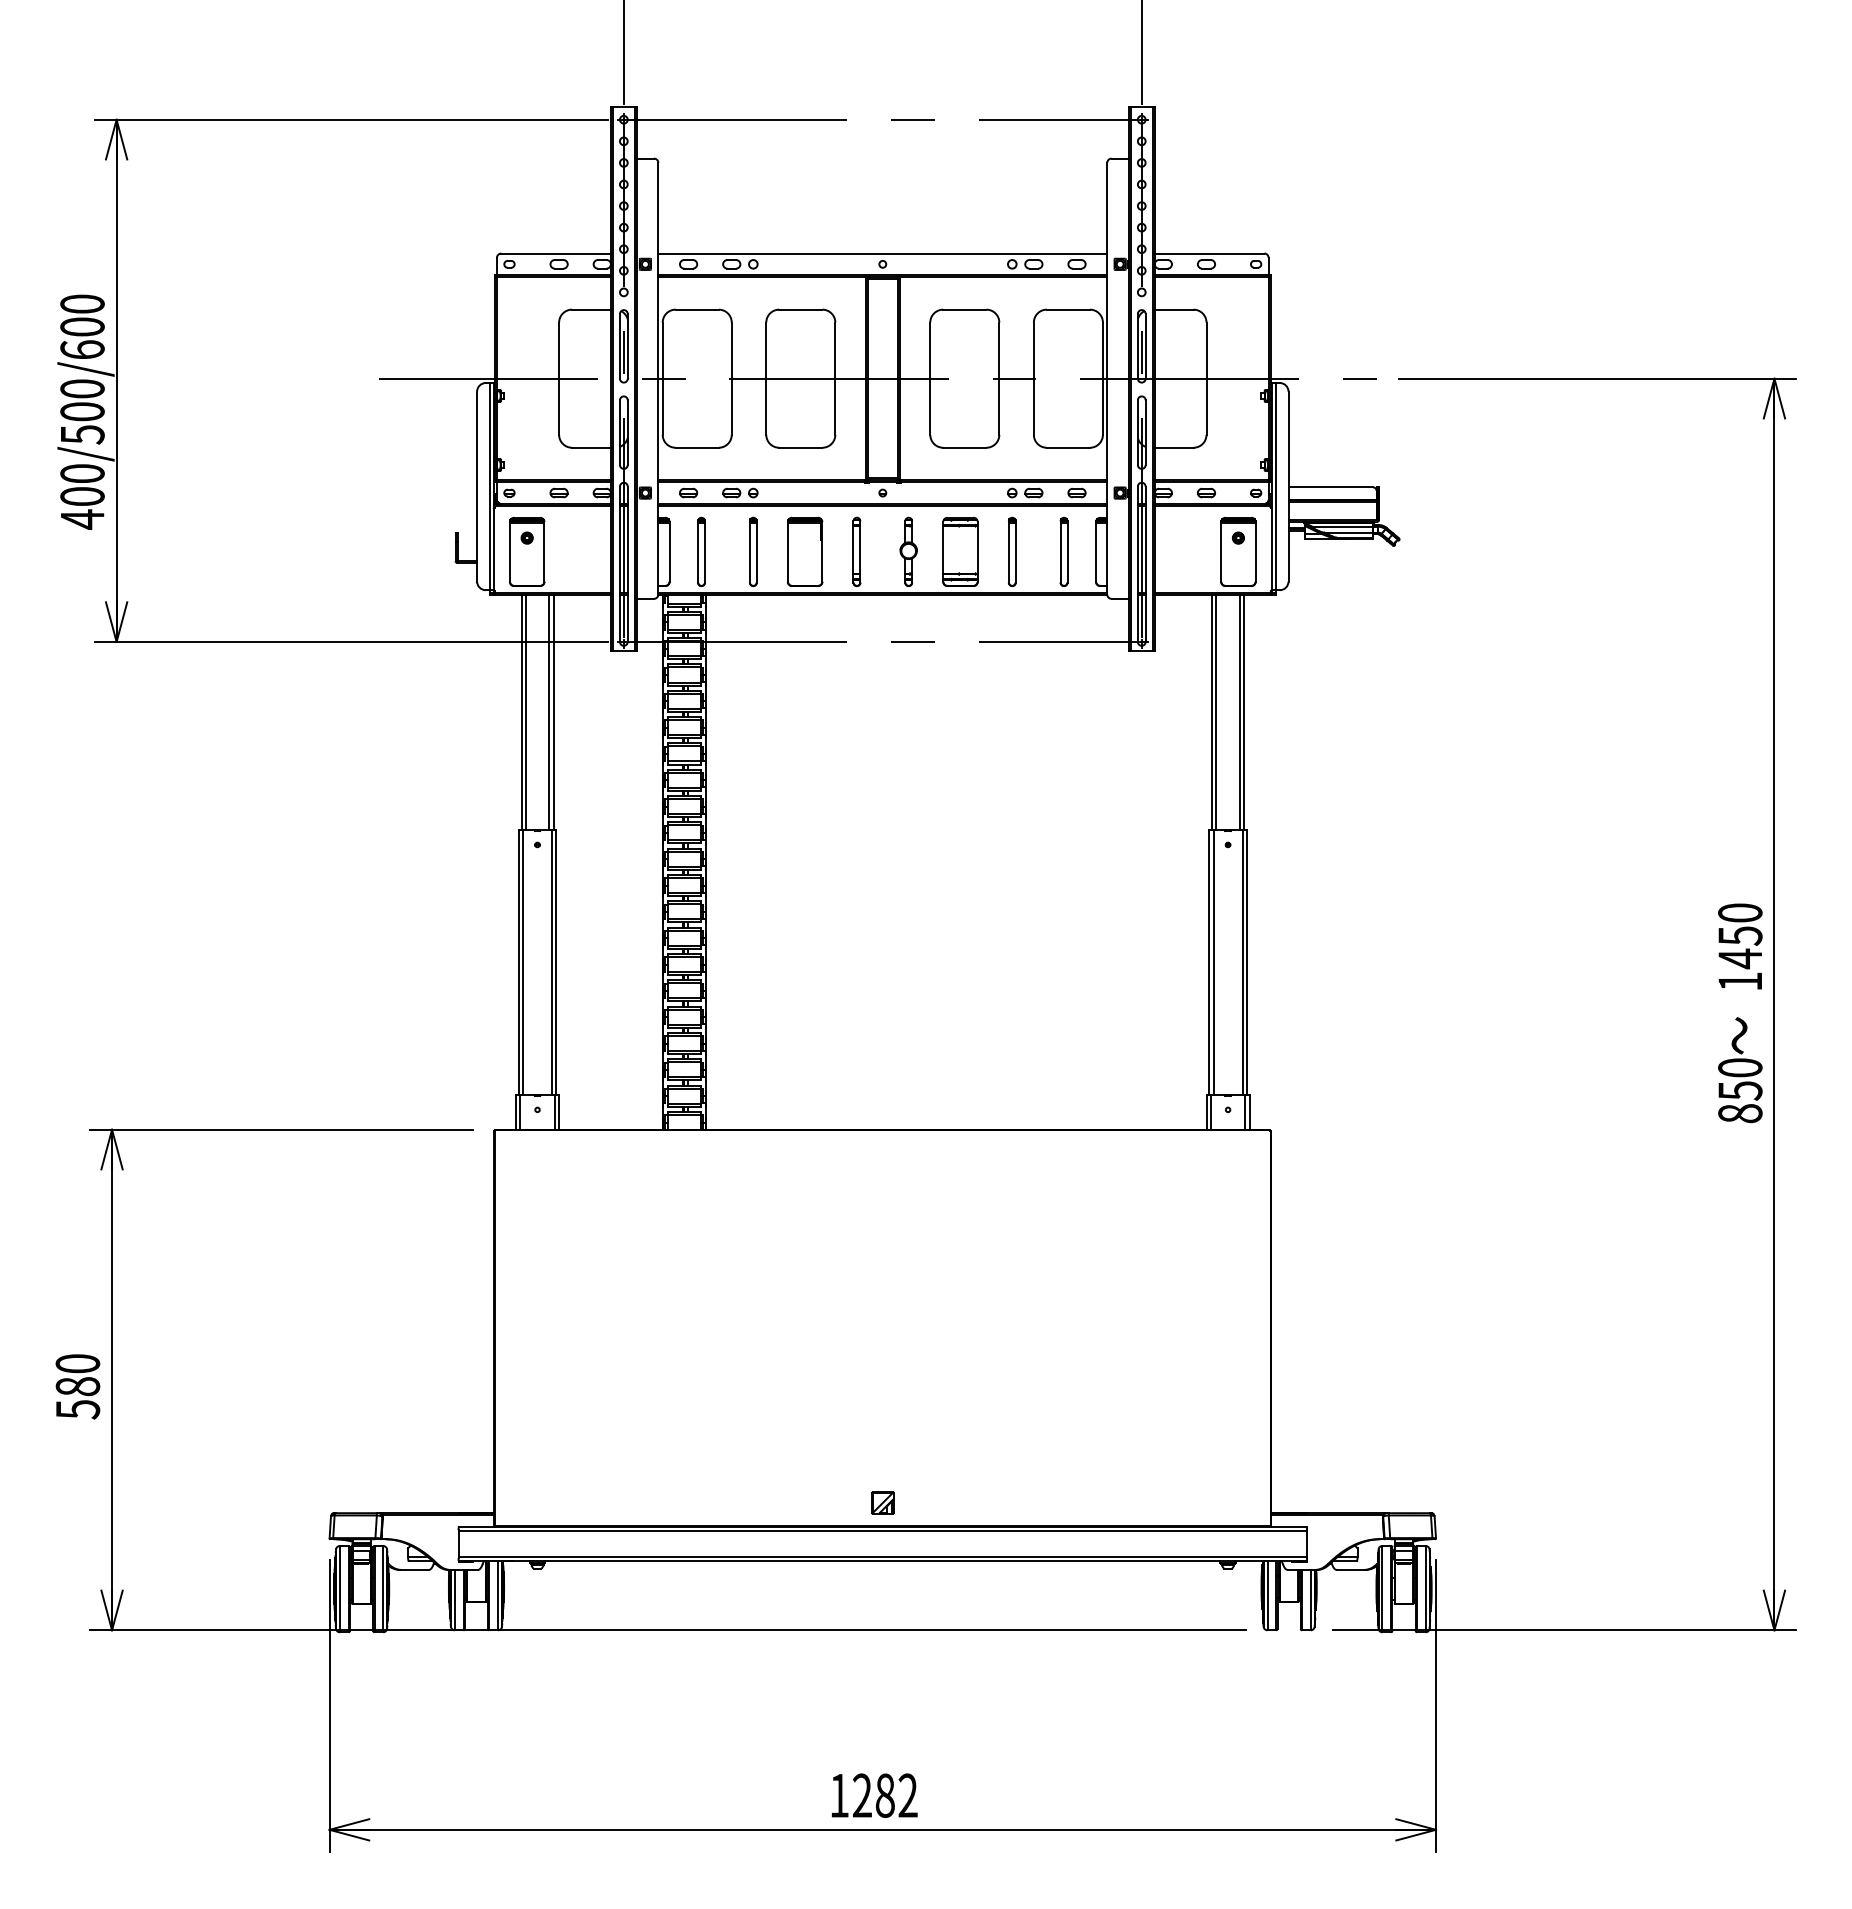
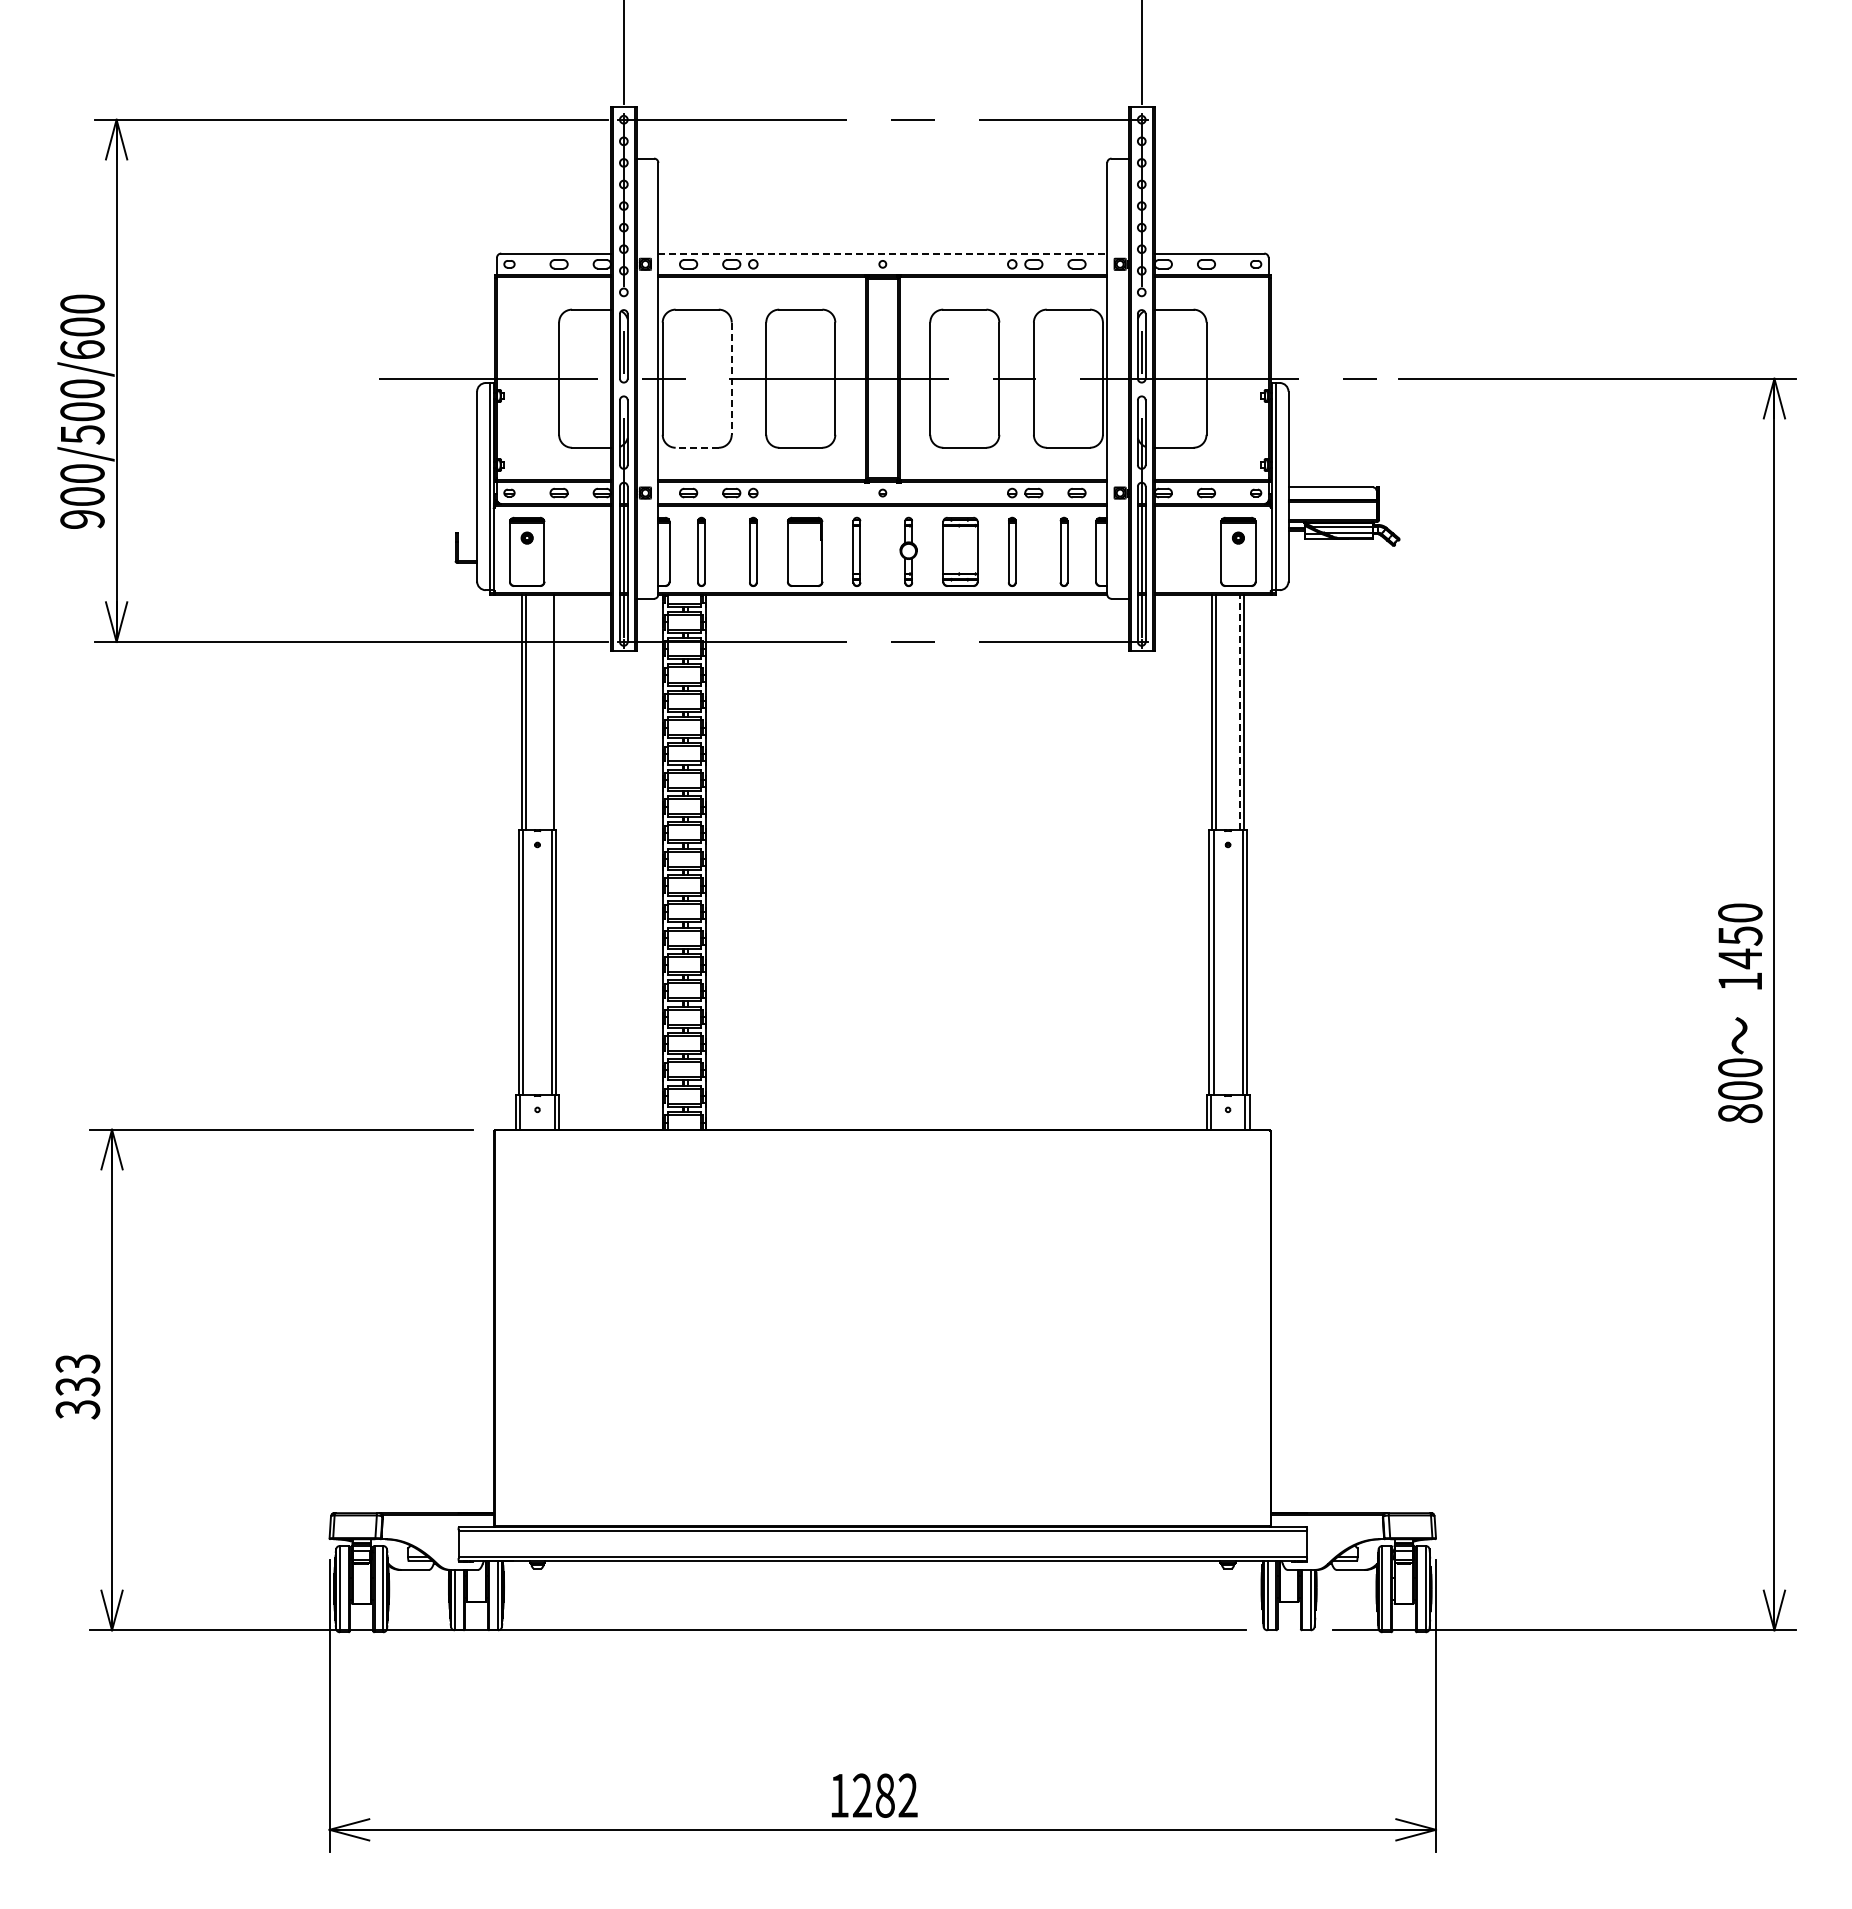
line at (883, 253): solid -> dashed
line at (731, 379): solid -> dashed
line at (697, 447): solid -> dashed
text at (82, 519): 400/500/600 -> 900/500/600
line at (549, 711): present -> none
line at (1239, 712): solid -> dashed
text at (1740, 1090): 850 -> 800
text at (77, 1386): 580 -> 333
part at (882, 1502): present -> none
